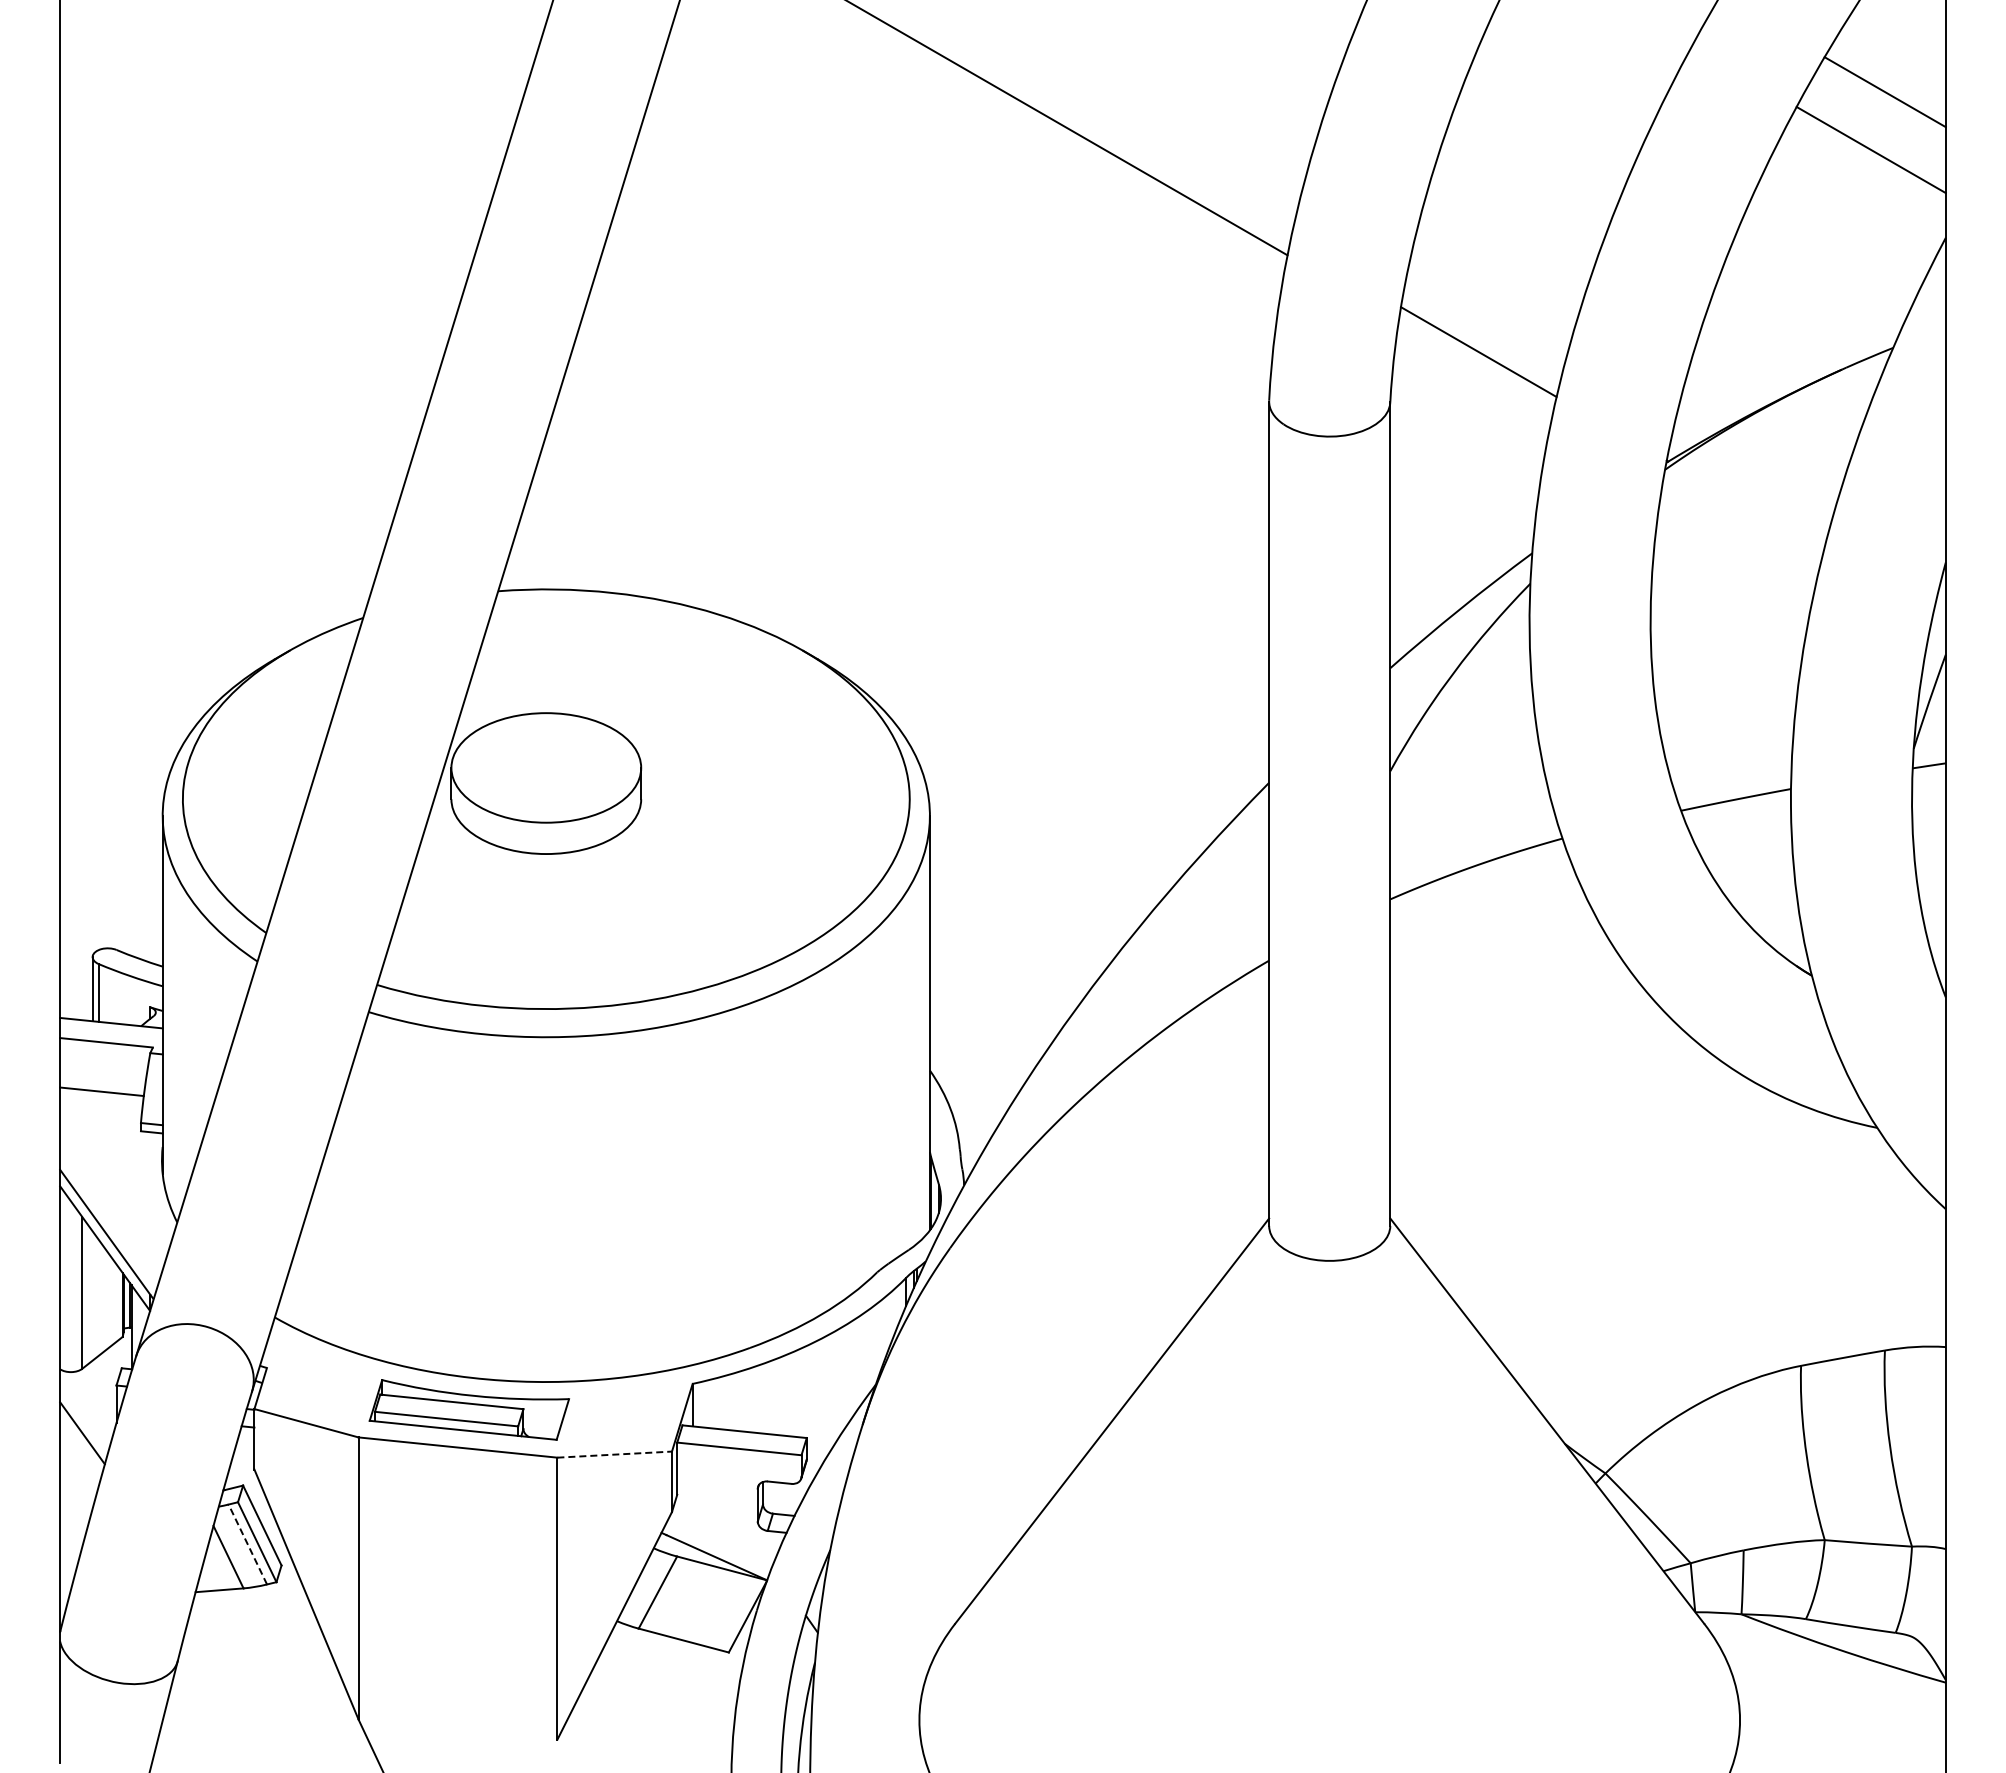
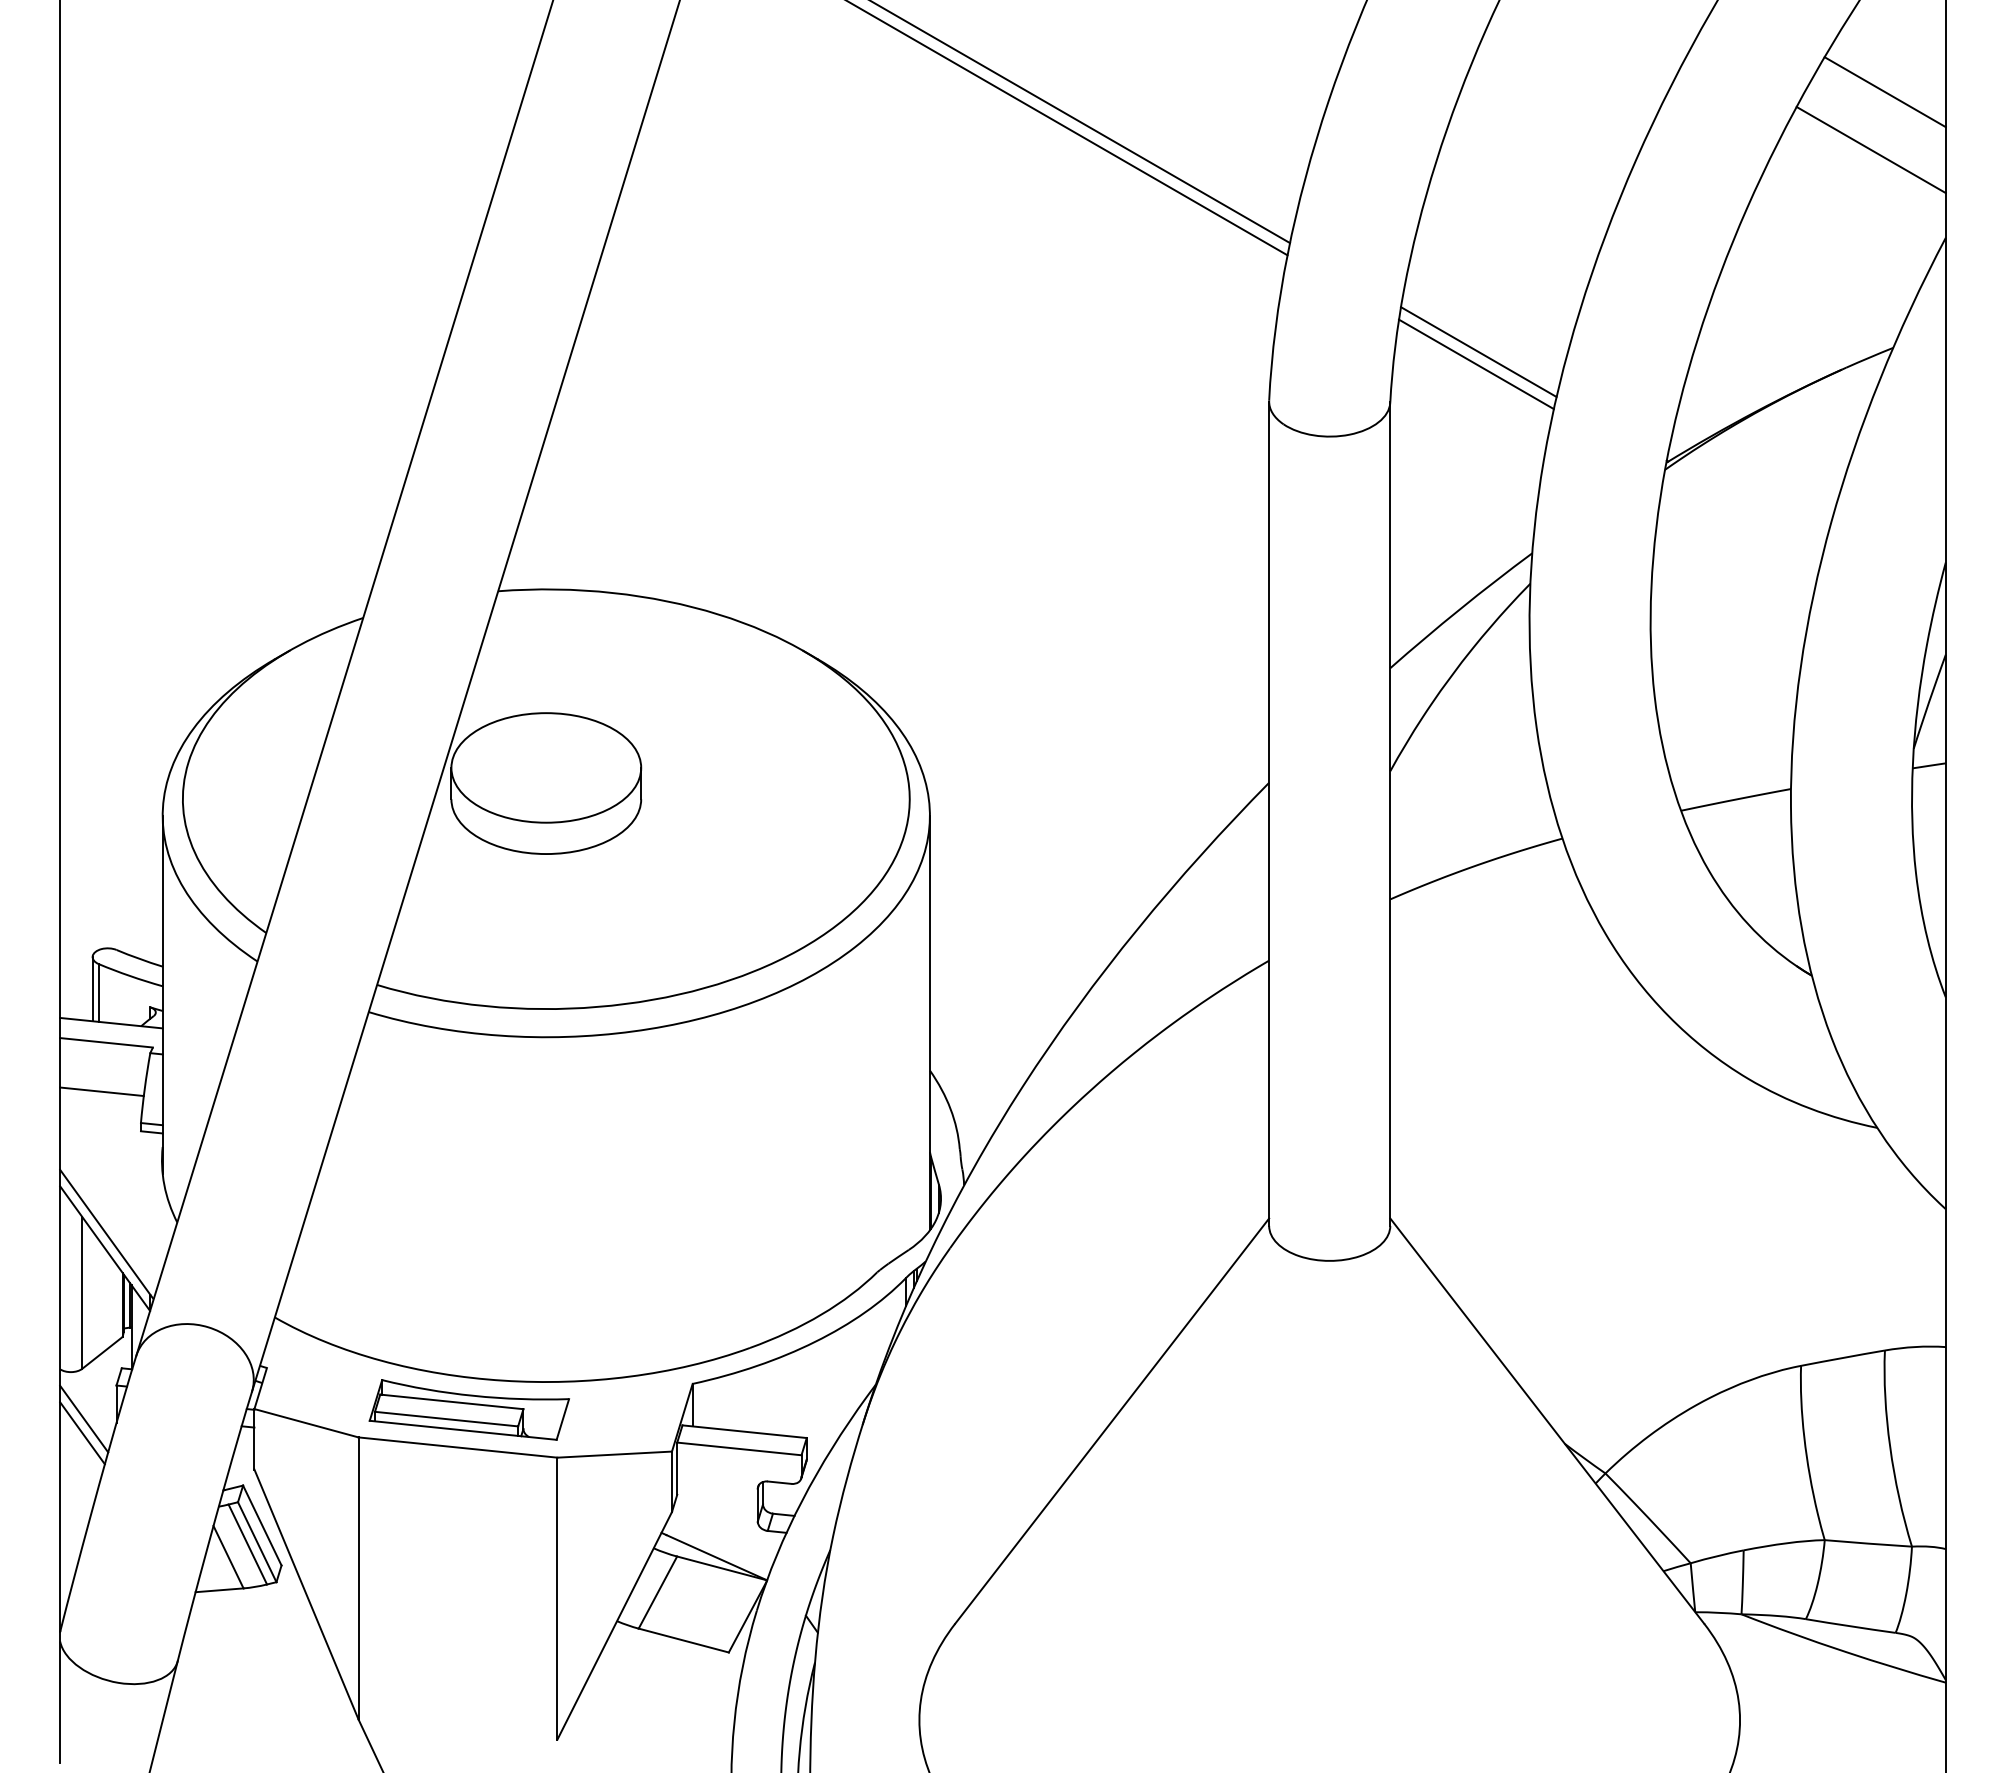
line at (1080, 122): none -> present
line at (1476, 364): none -> present
line at (84, 1418): none -> present
line at (615, 1454): dashed -> solid
line at (247, 1544): dashed -> solid
